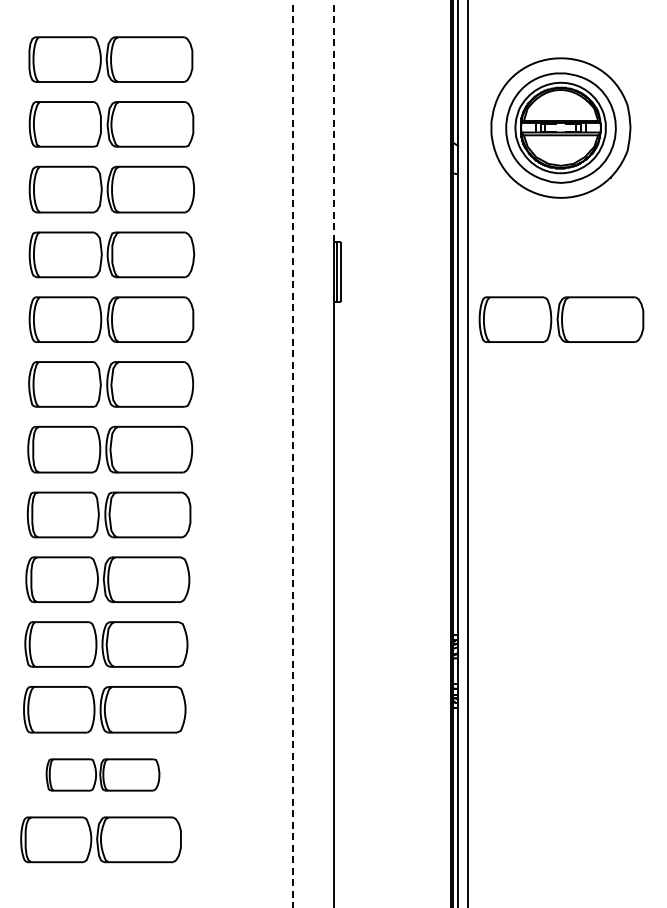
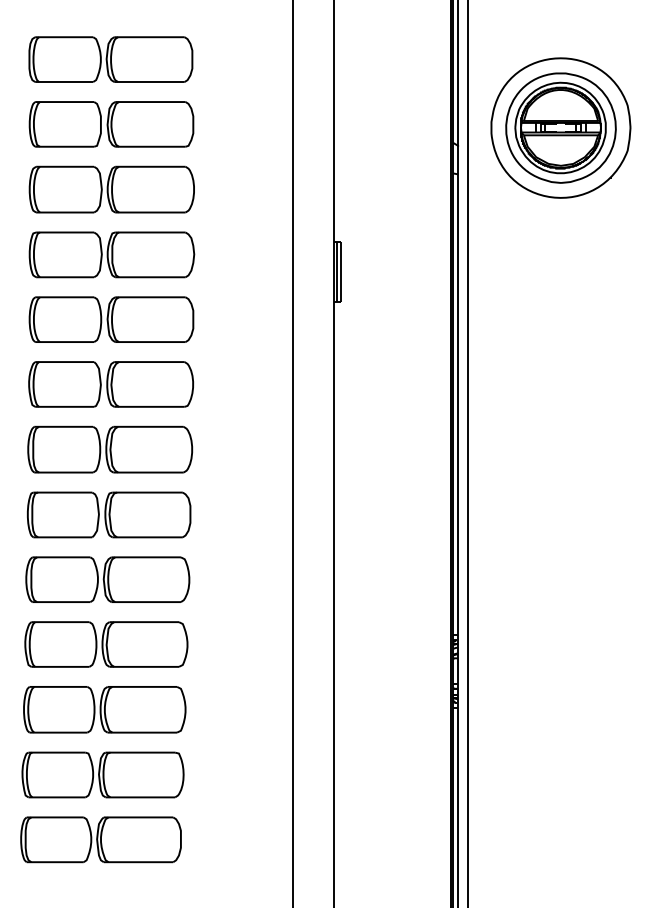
line at (334, 121): dashed -> solid
part at (561, 319): present -> none
line at (293, 454): dashed -> solid
part at (102, 774) size: 116x34 px -> 164x48 px
